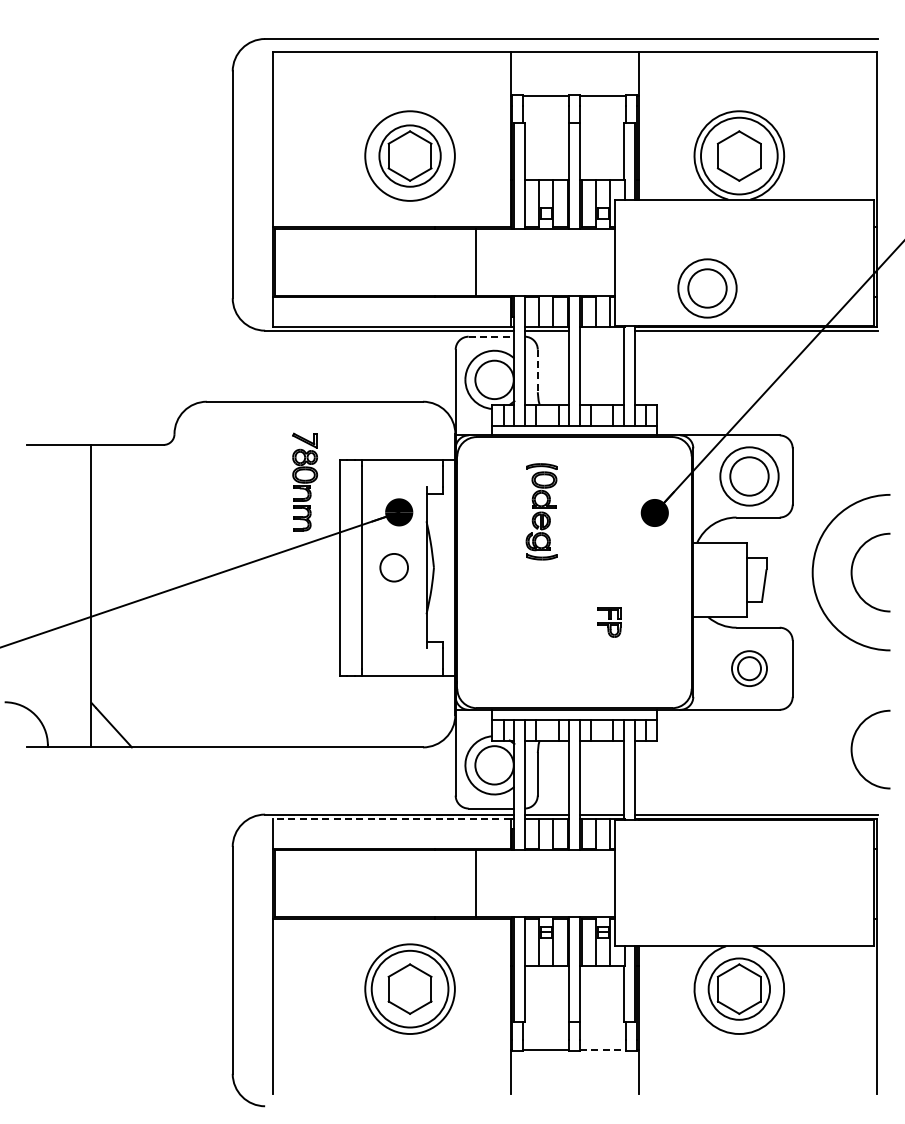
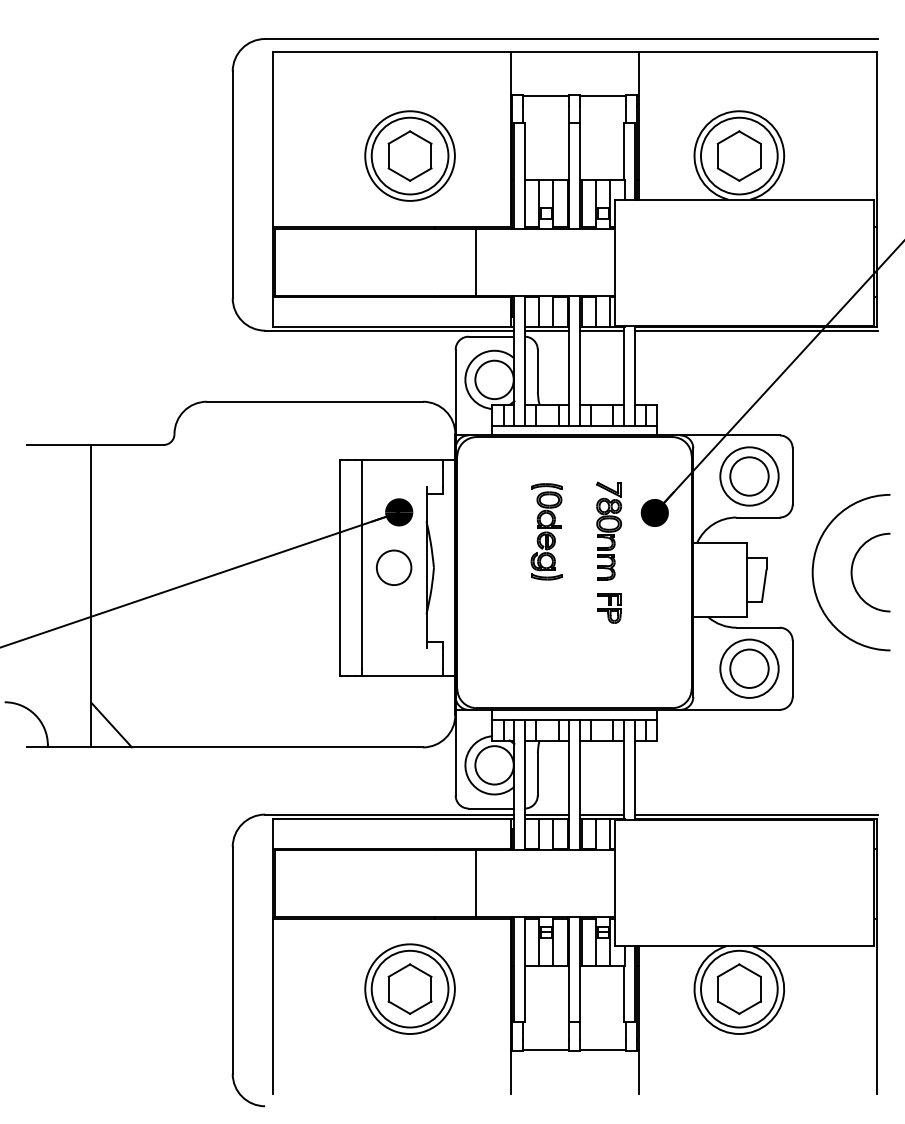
circle at (409, 155) diameter: 61 px -> 77 px
part at (707, 288): present -> none
line at (602, 330): none -> present
line at (491, 336): dashed -> solid
line at (537, 371): dashed -> solid
part at (304, 481) position: (304, 481) -> (608, 530)
part at (541, 511) position: (541, 511) -> (546, 531)
circle at (393, 567) size: 30x30 px -> 37x37 px
part at (609, 622) position: (609, 622) -> (609, 608)
part at (749, 668) size: 37x37 px -> 61x61 px
arc at (852, 749): present -> none
line at (391, 819): dashed -> solid
circle at (739, 988) diameter: 61 px -> 77 px
line at (603, 1050): dashed -> solid
